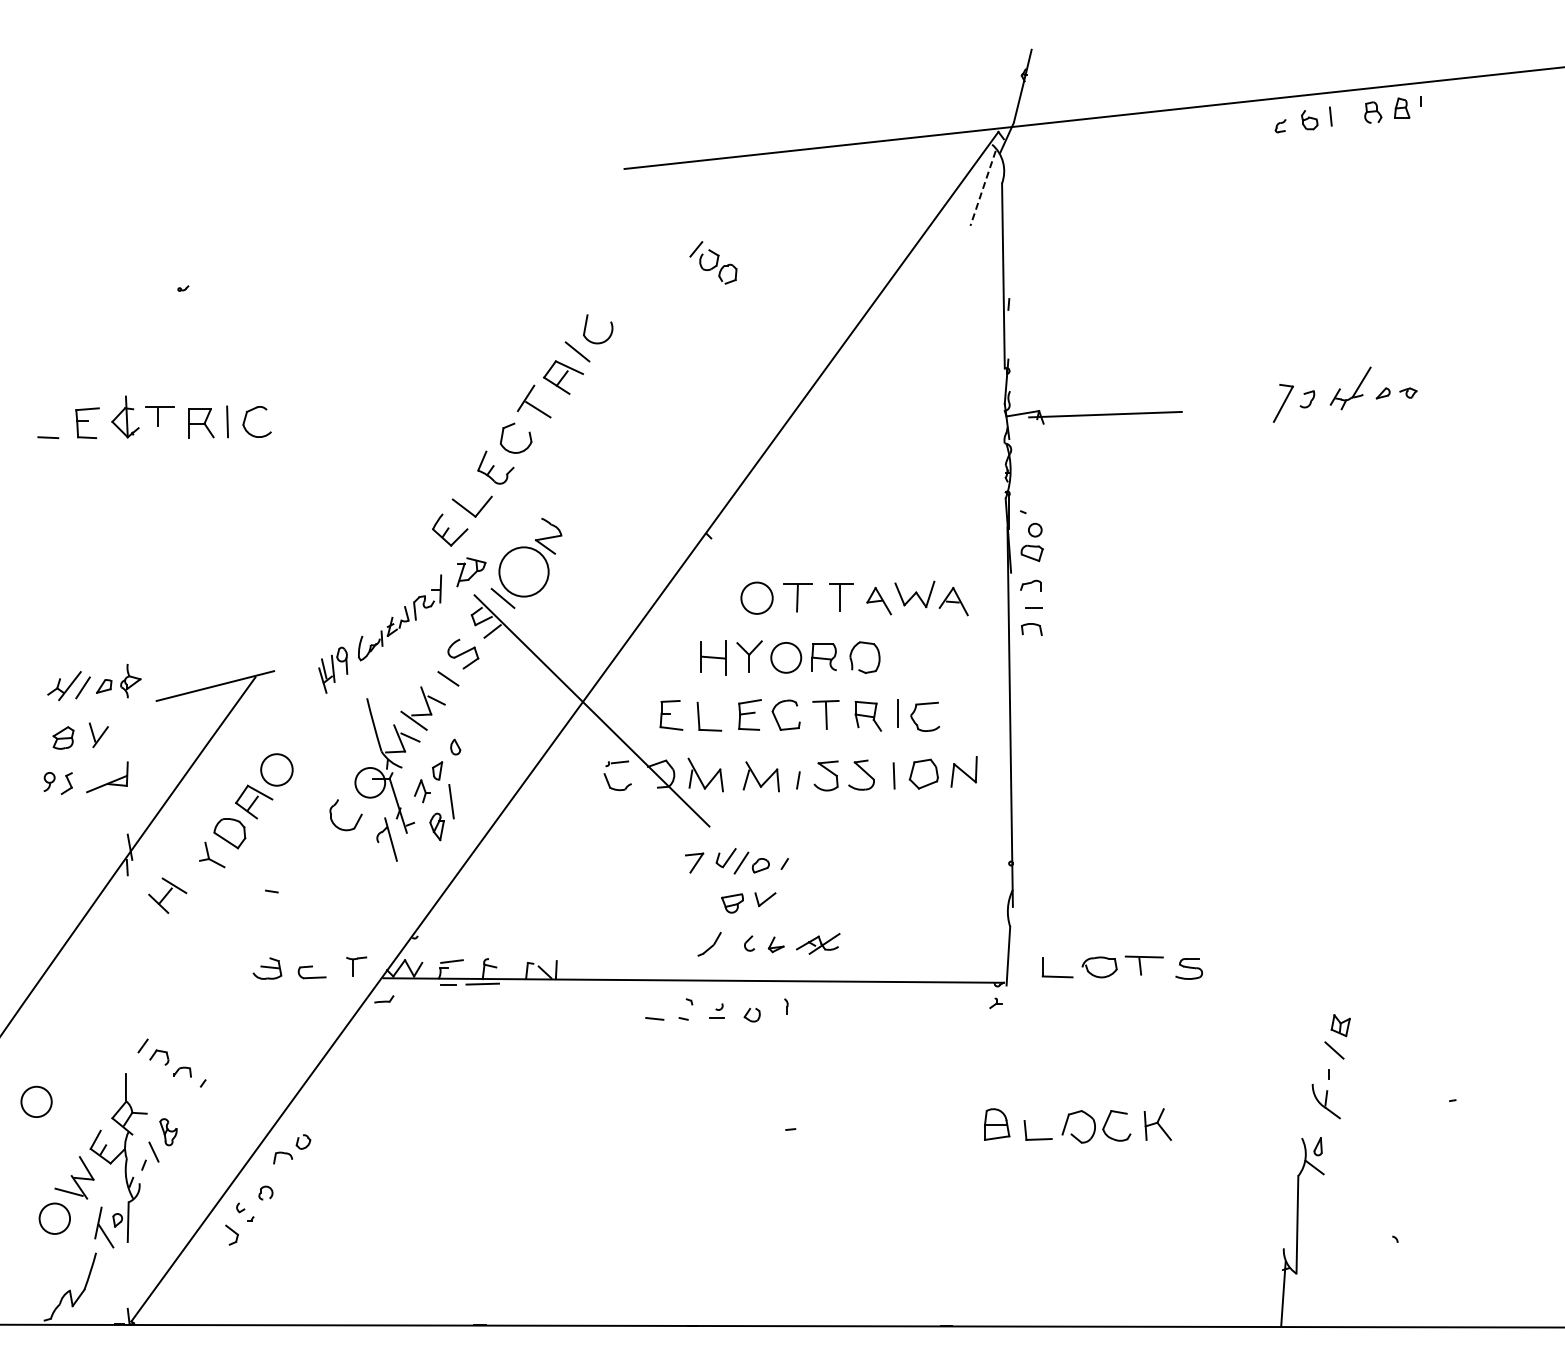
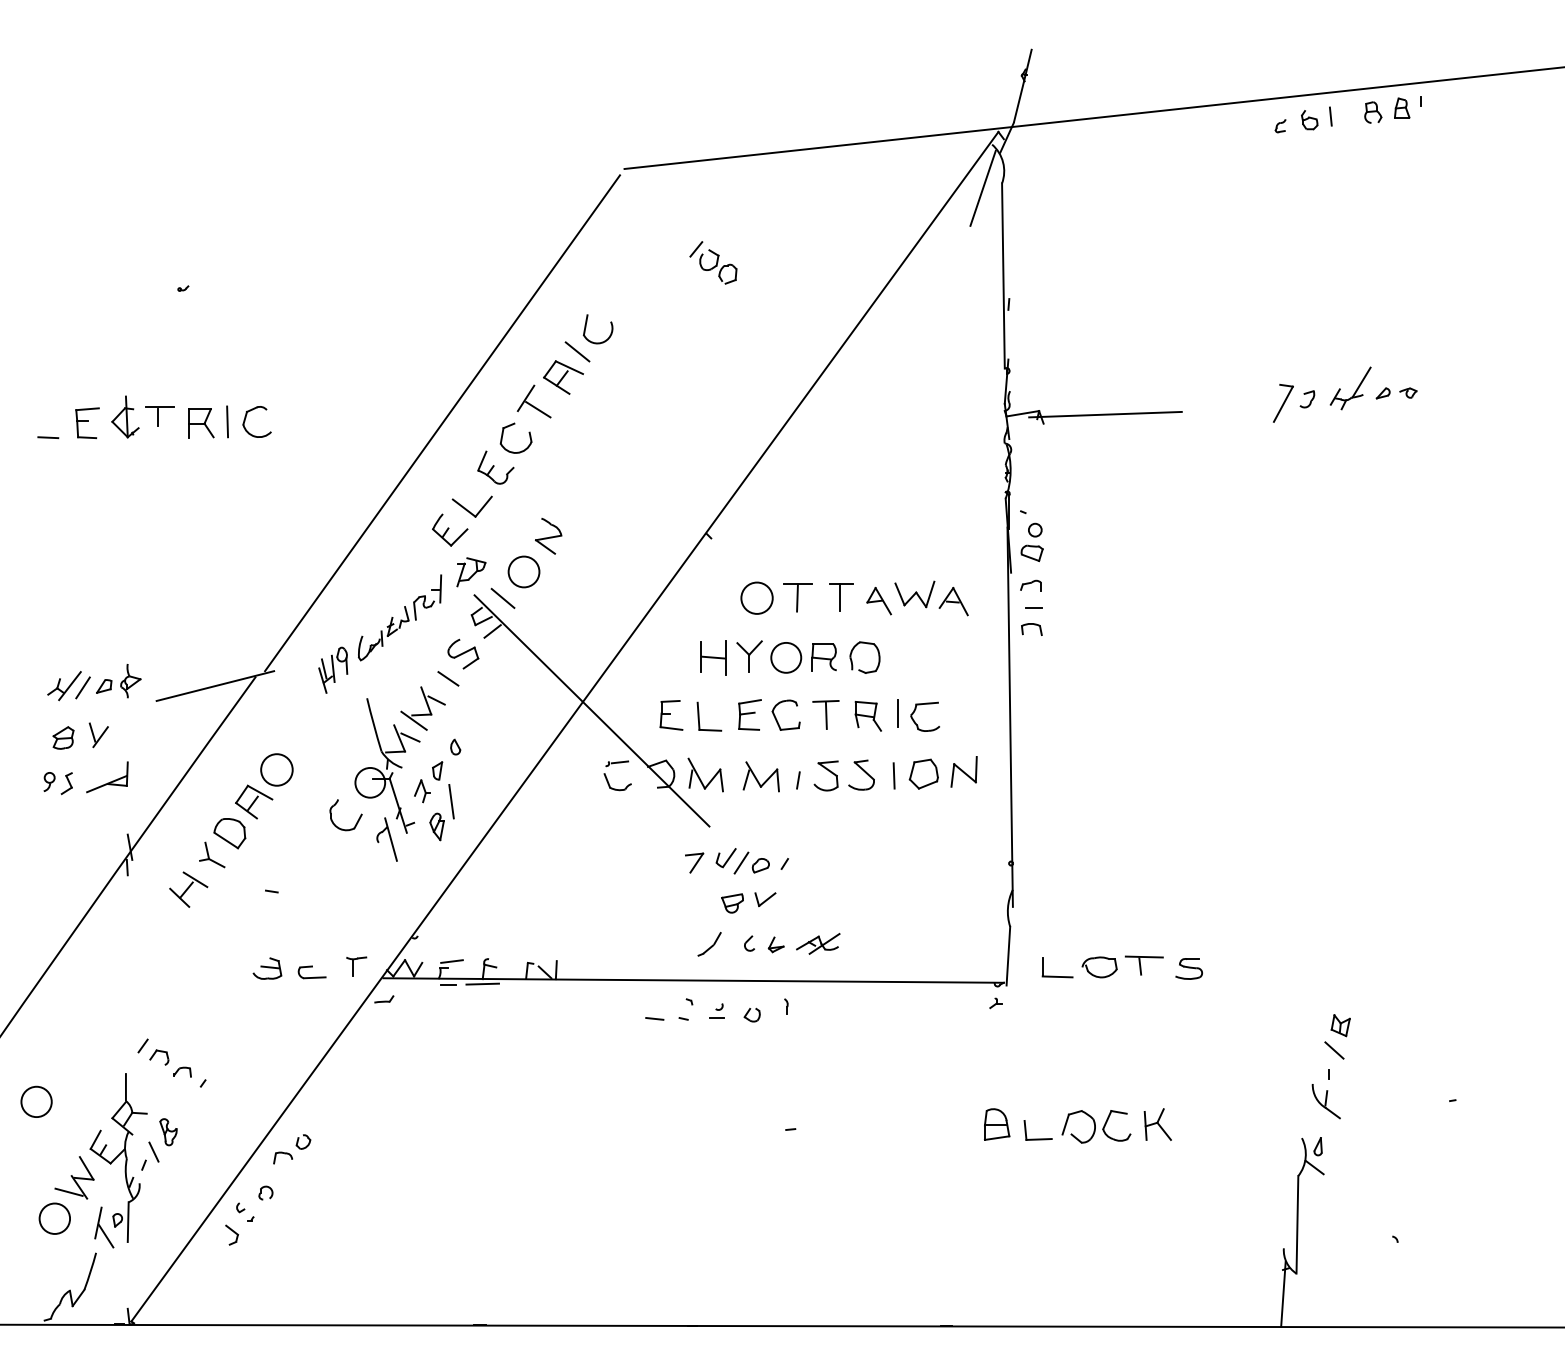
line at (983, 188): dashed -> solid
line at (442, 423): none -> present
circle at (523, 571) diameter: 49 px -> 31 px
part at (167, 895) position: (167, 895) -> (188, 889)
